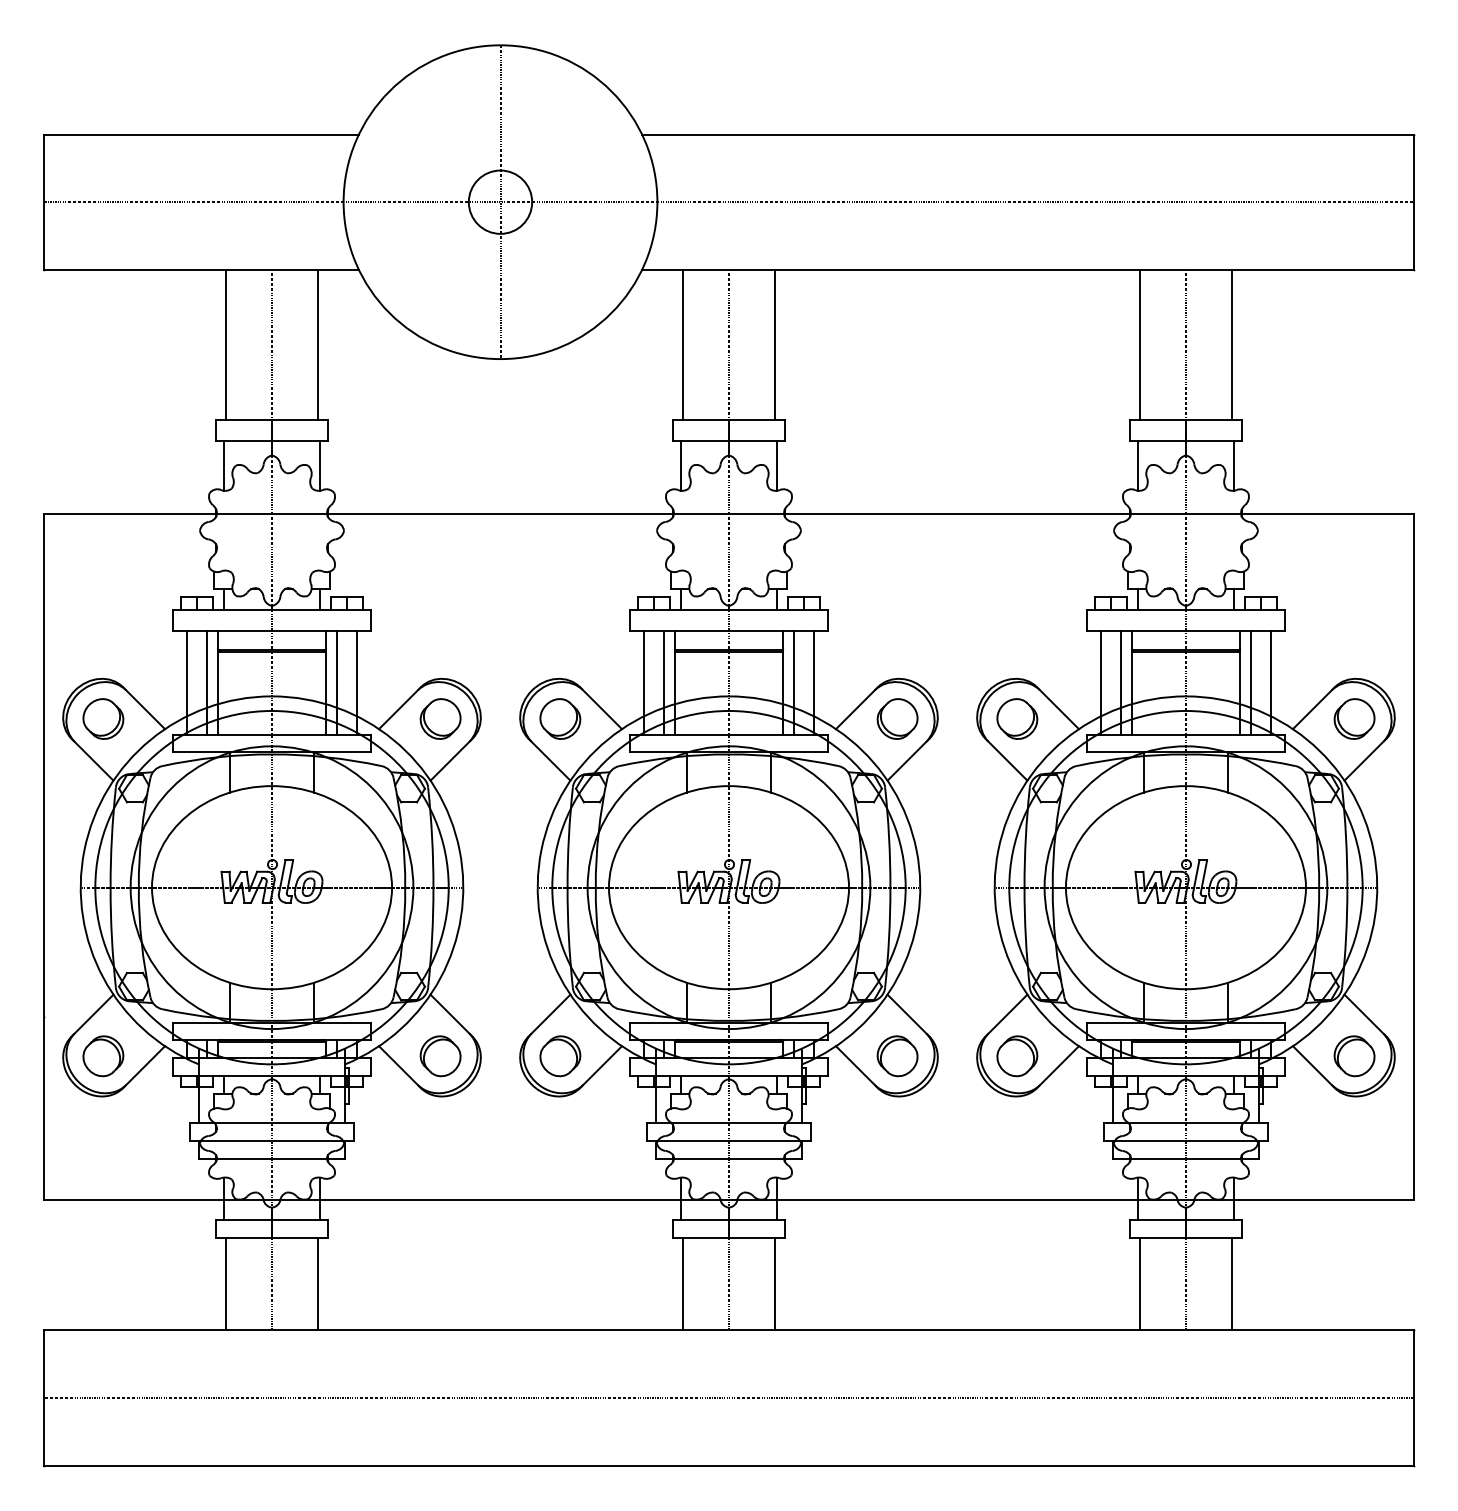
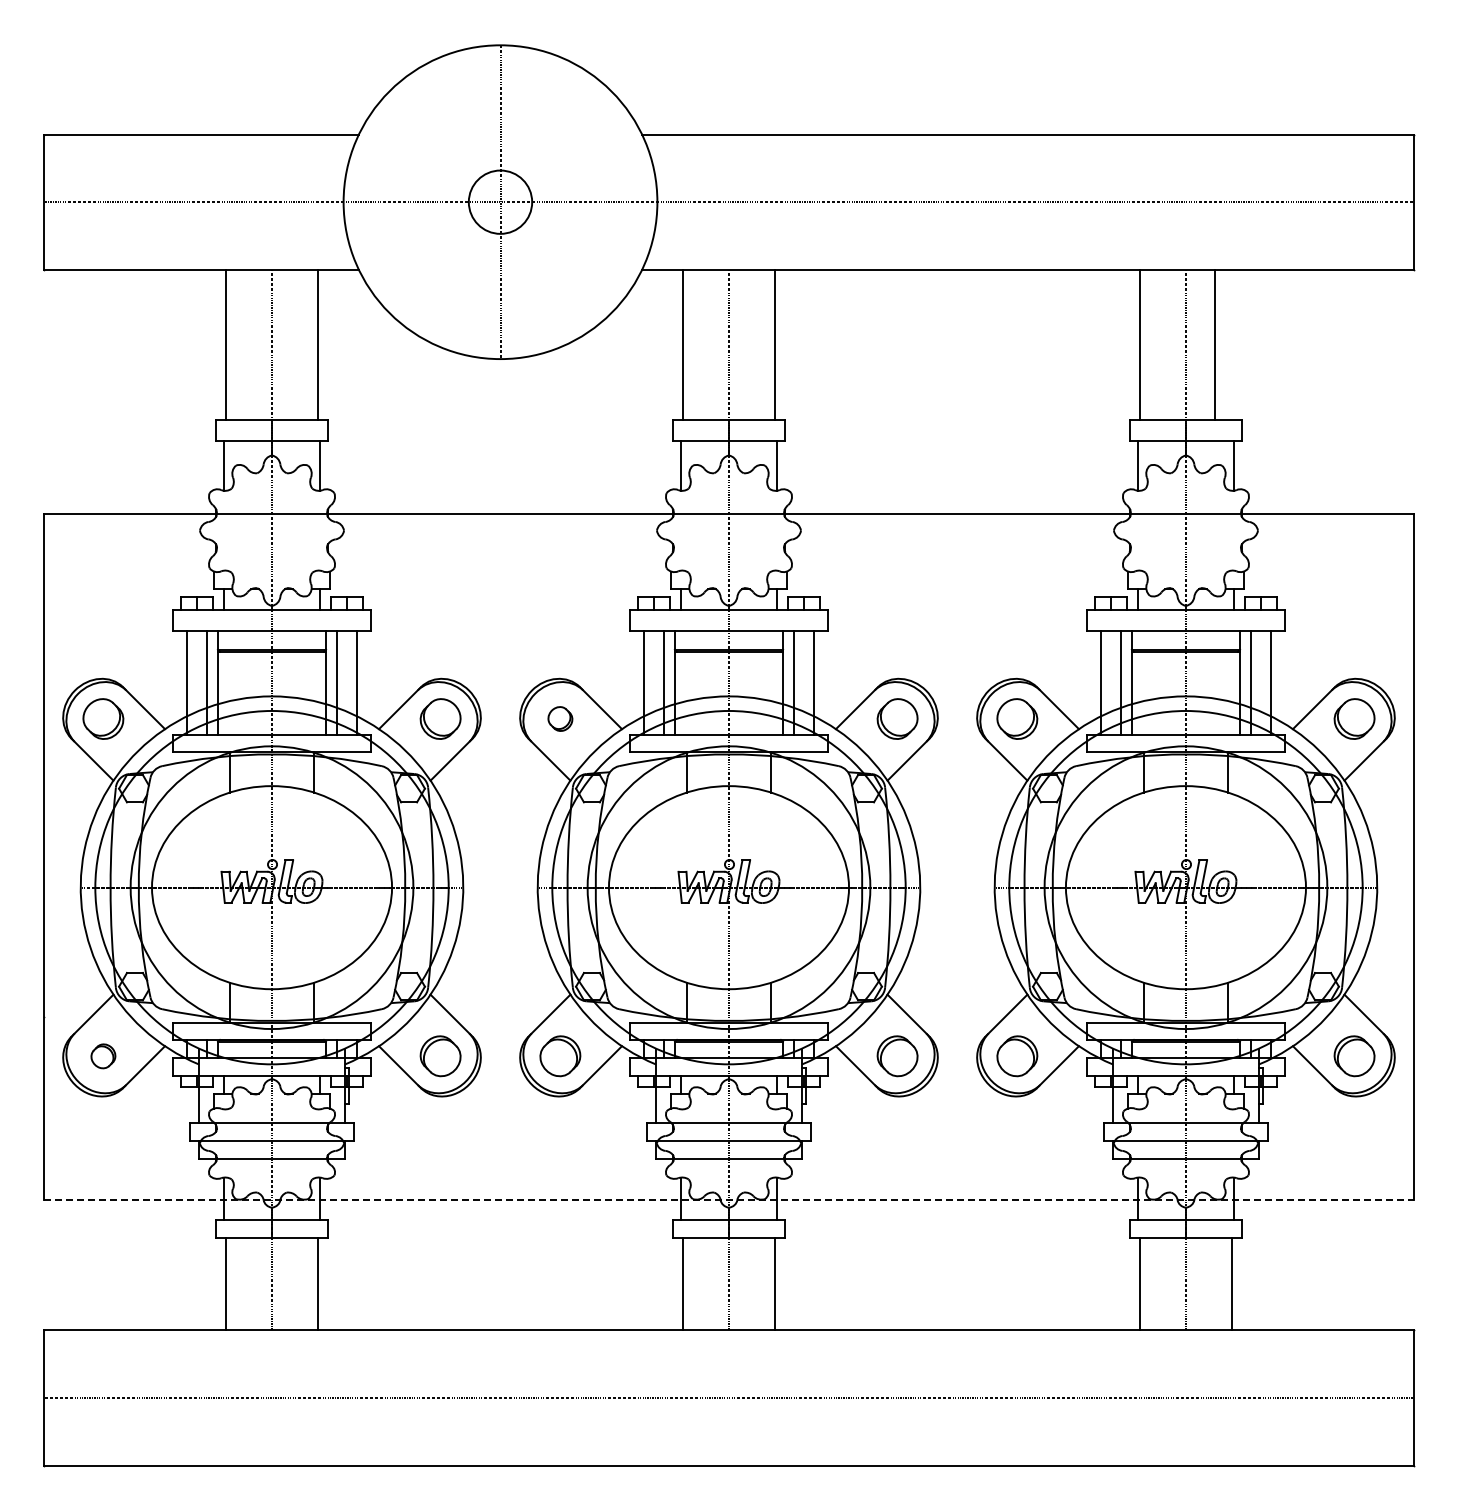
line at (1231, 344) position: (1231, 344) -> (1214, 344)
part at (560, 718) size: 43x42 px -> 27x26 px
part at (103, 1056) size: 43x43 px -> 27x27 px
line at (729, 1199): solid -> dashed
